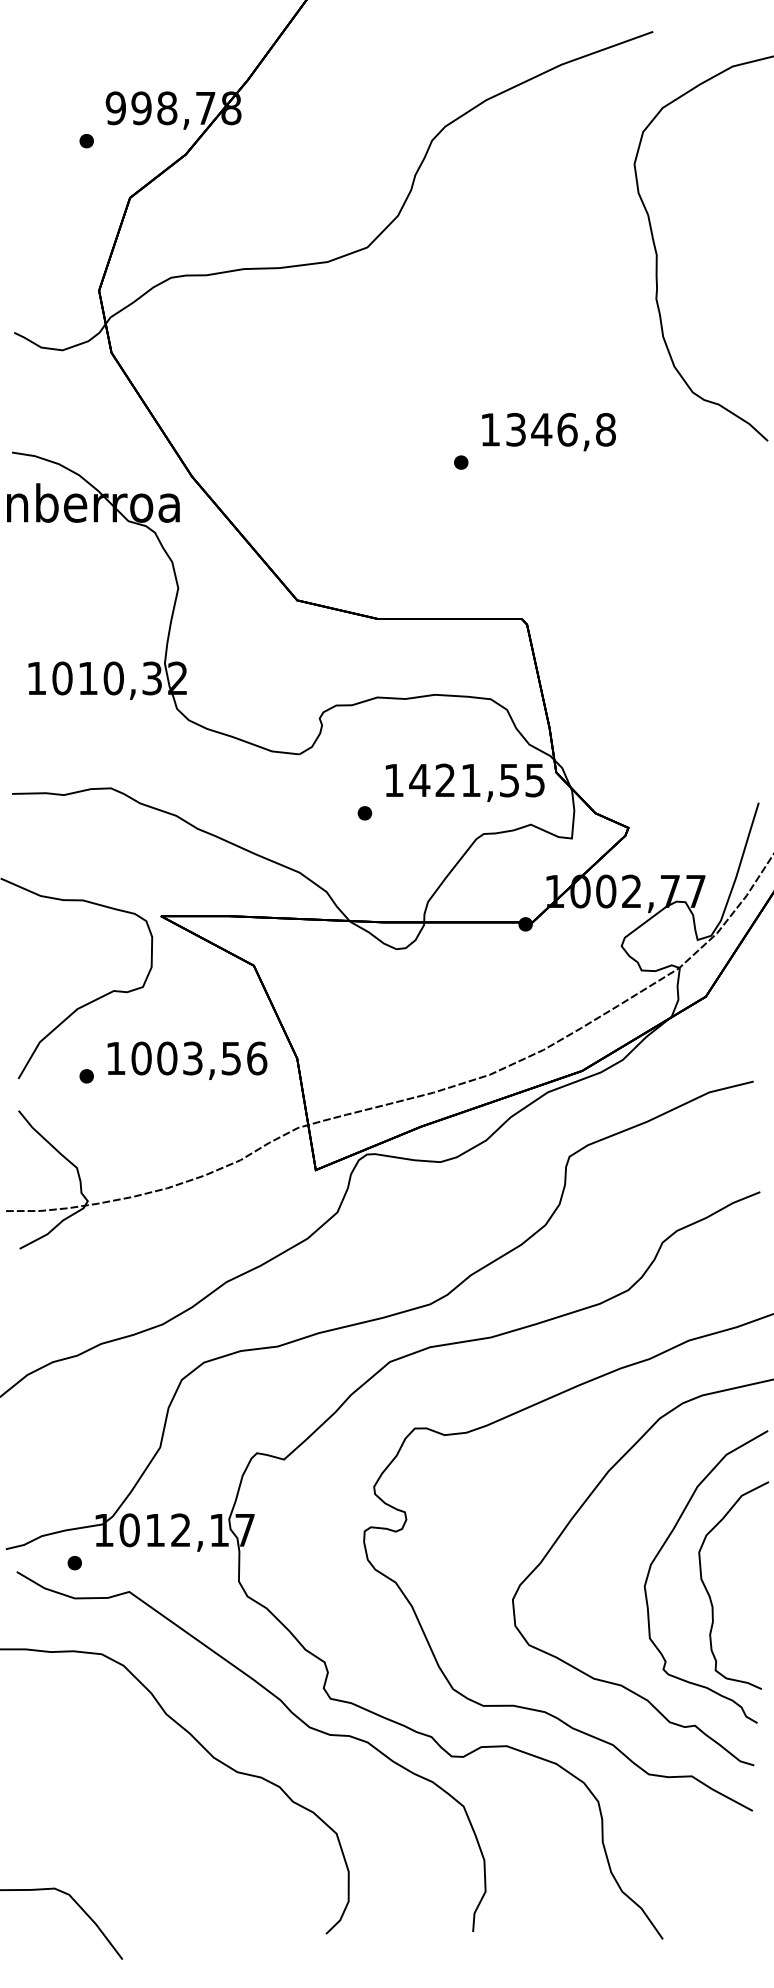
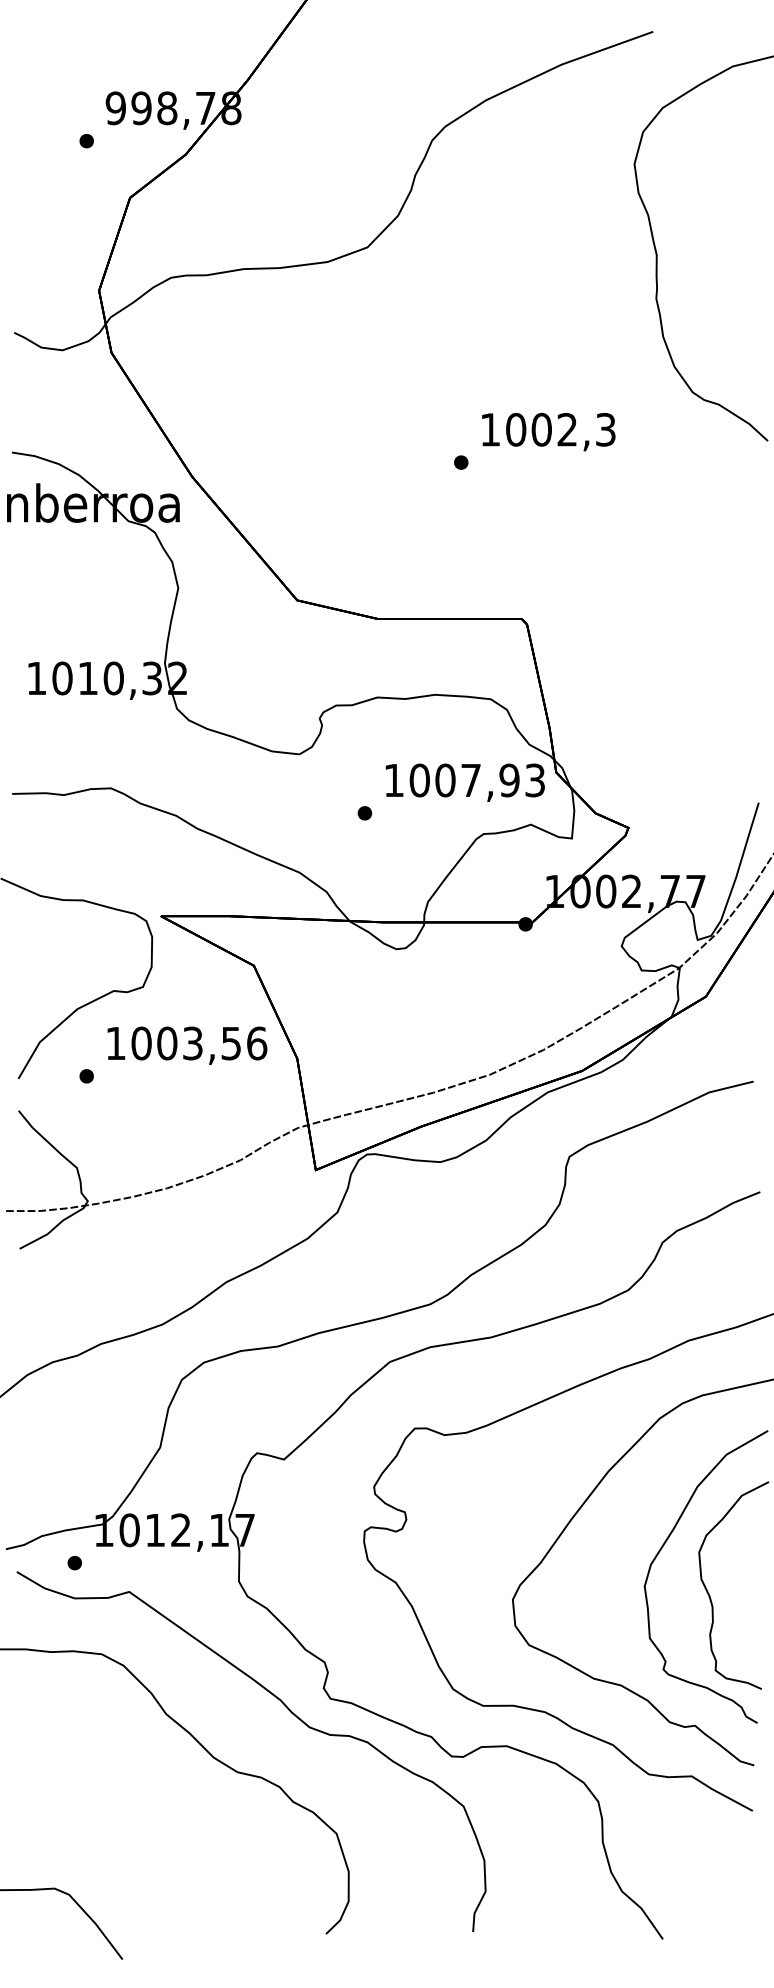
text at (560, 429): 1346,8 -> 1002,3
text at (476, 780): 1421,55 -> 1007,93
text at (187, 1060) position: (187, 1060) -> (187, 1045)
